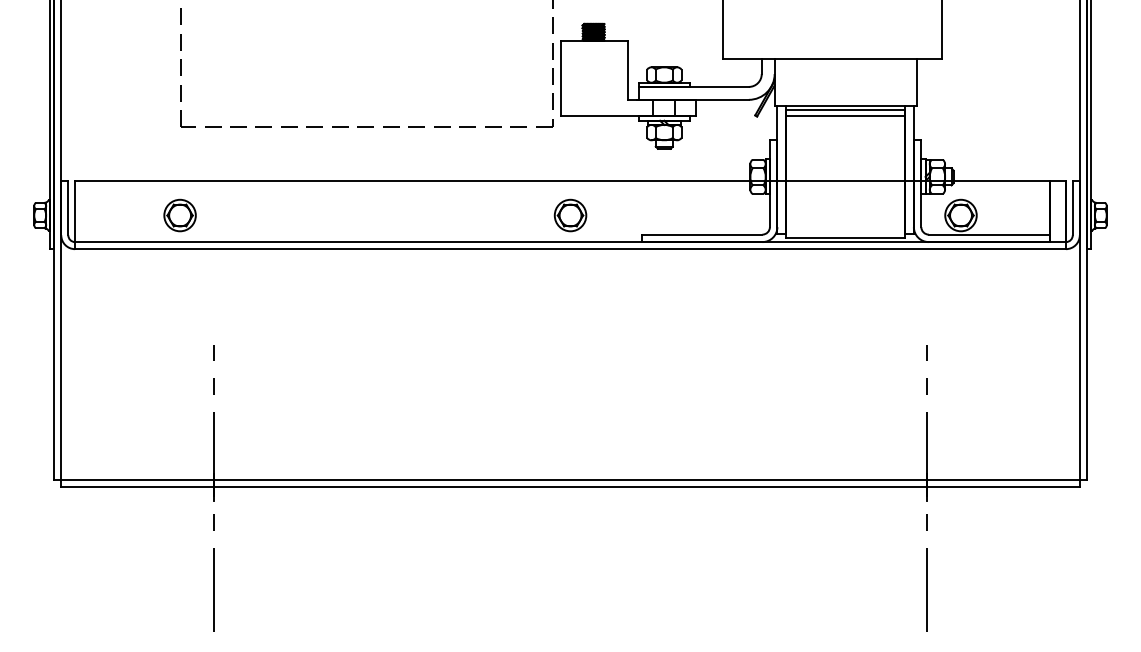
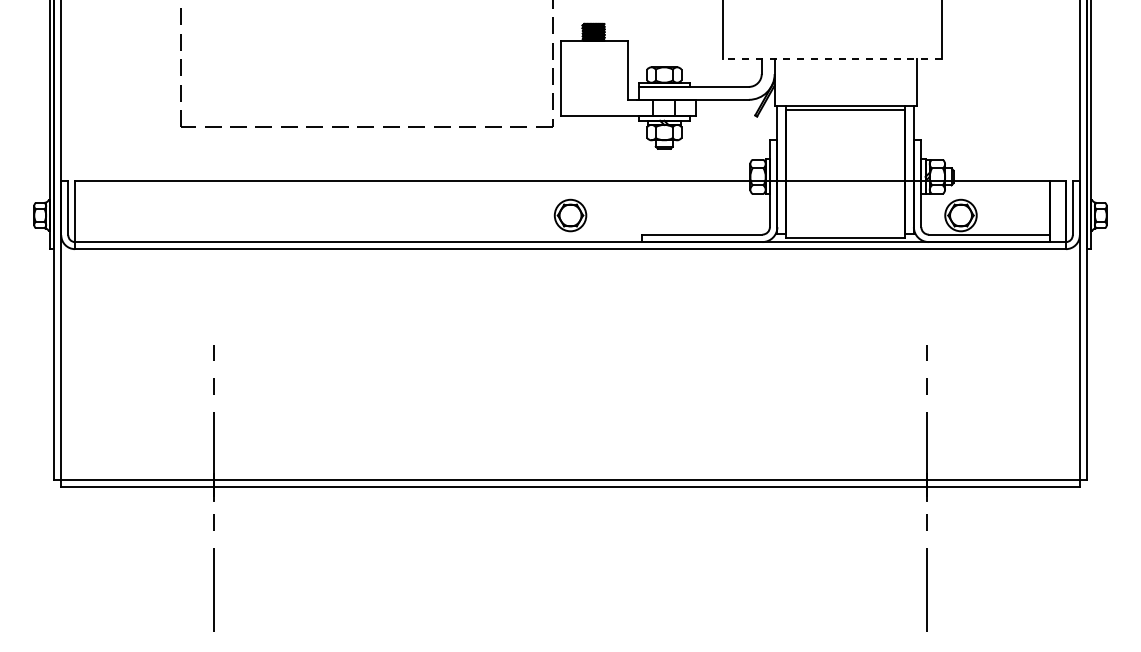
line at (832, 59): solid -> dashed
line at (845, 115): present -> none
part at (179, 215): present -> none
